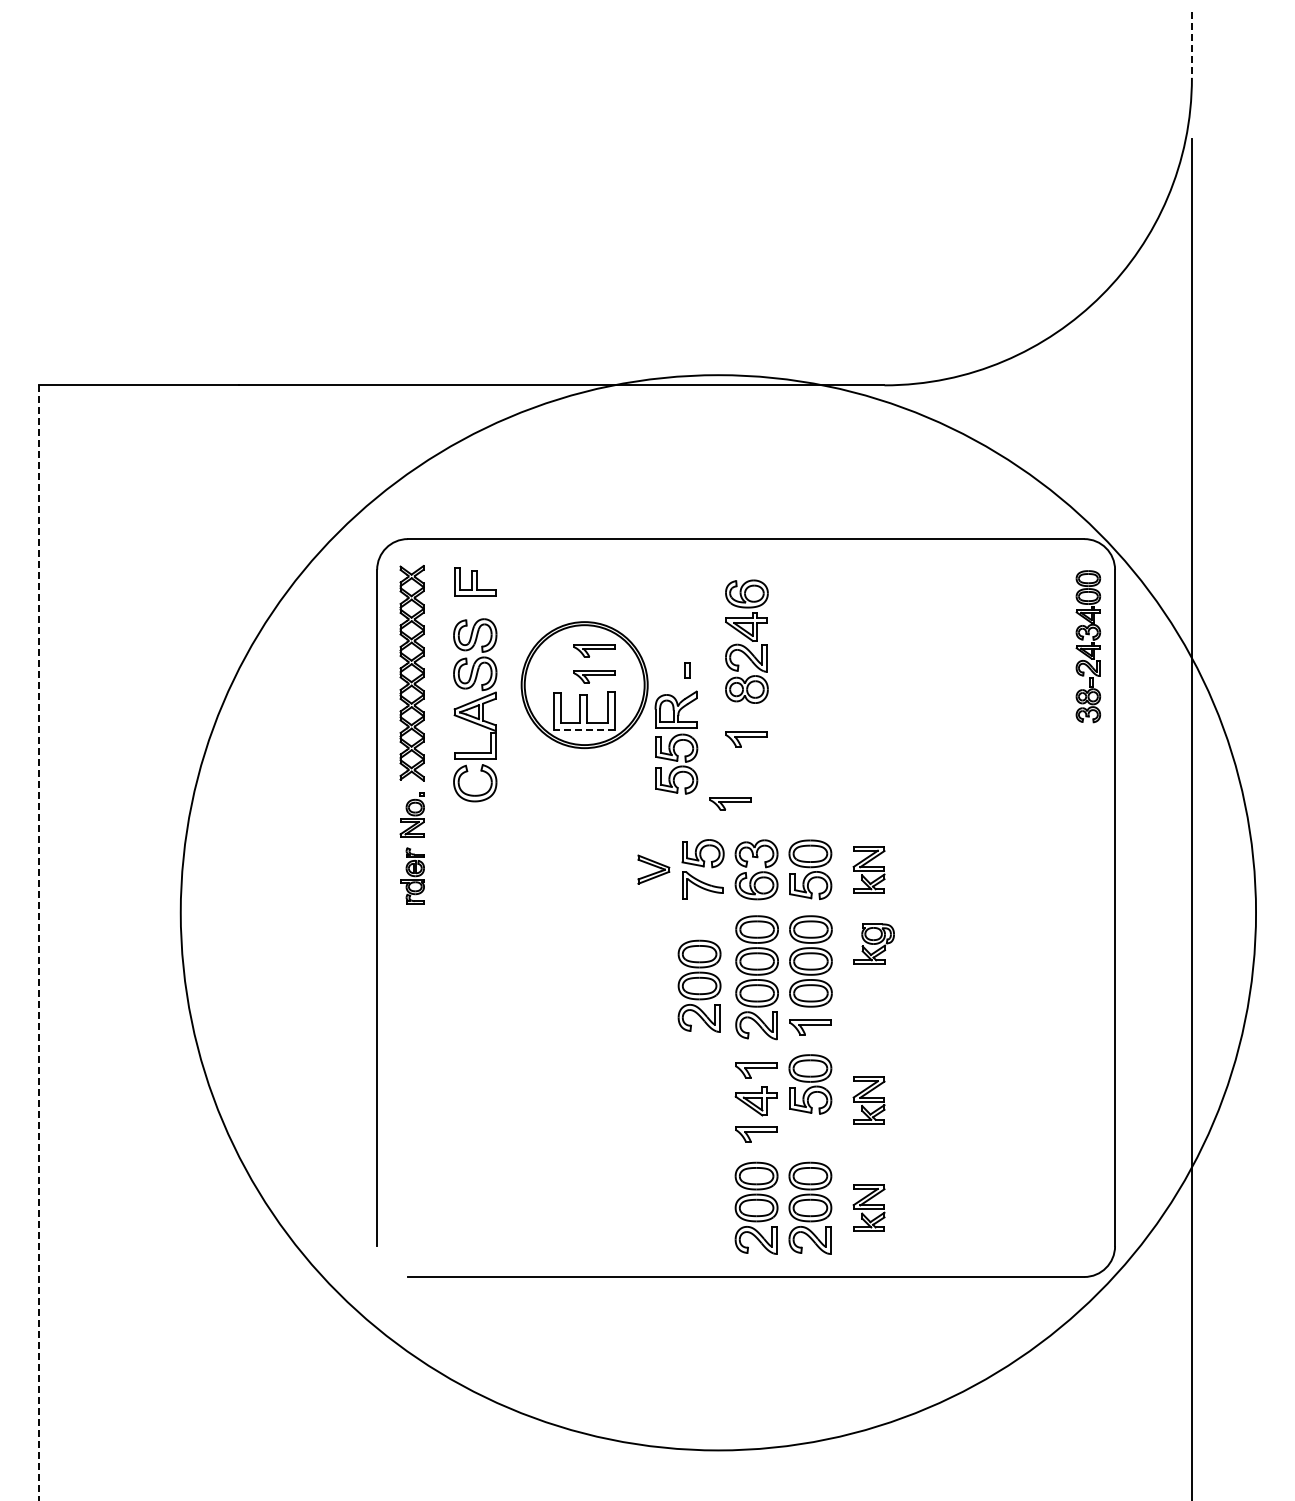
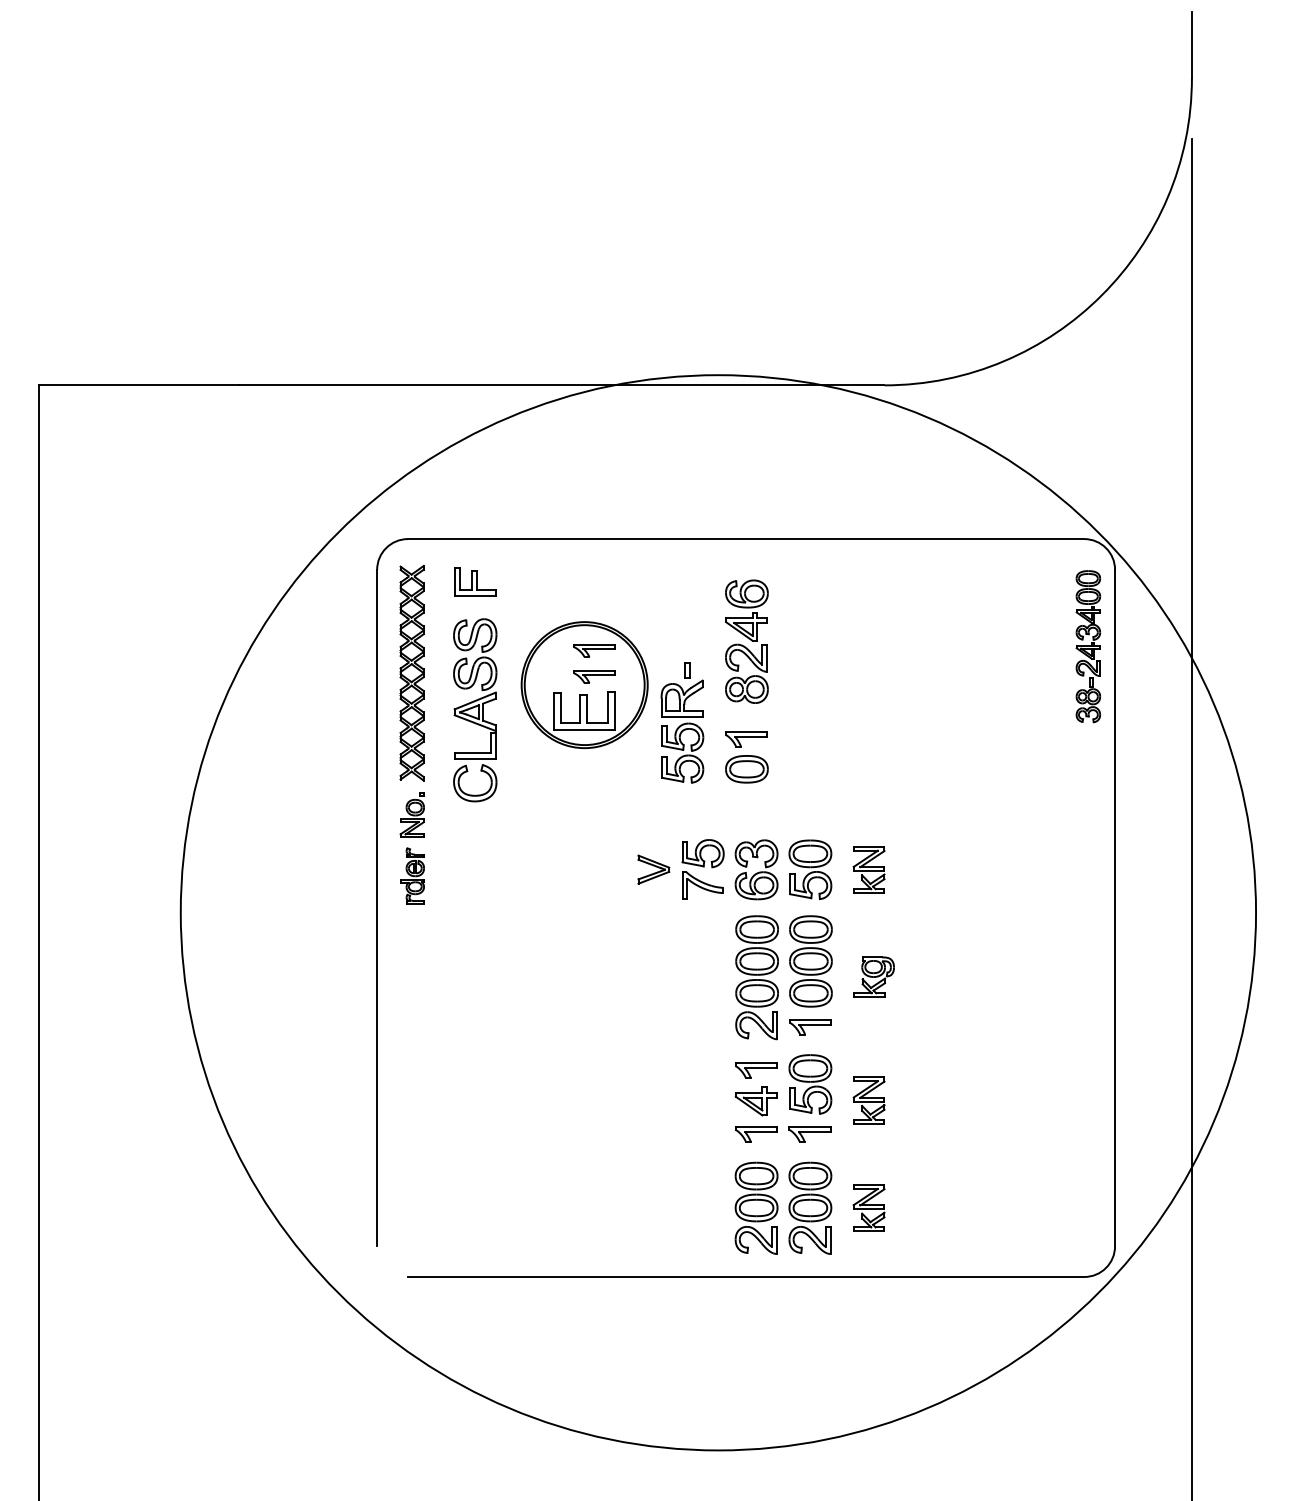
line at (1191, 45): dashed -> solid
line at (584, 729): dashed -> solid
part at (676, 742) position: (676, 742) -> (682, 731)
part at (746, 769): none -> present
part at (730, 803): present -> none
line at (38, 943): dashed -> solid
part at (873, 943) position: (873, 943) -> (873, 976)
part at (699, 985): present -> none
part at (809, 1134): none -> present
